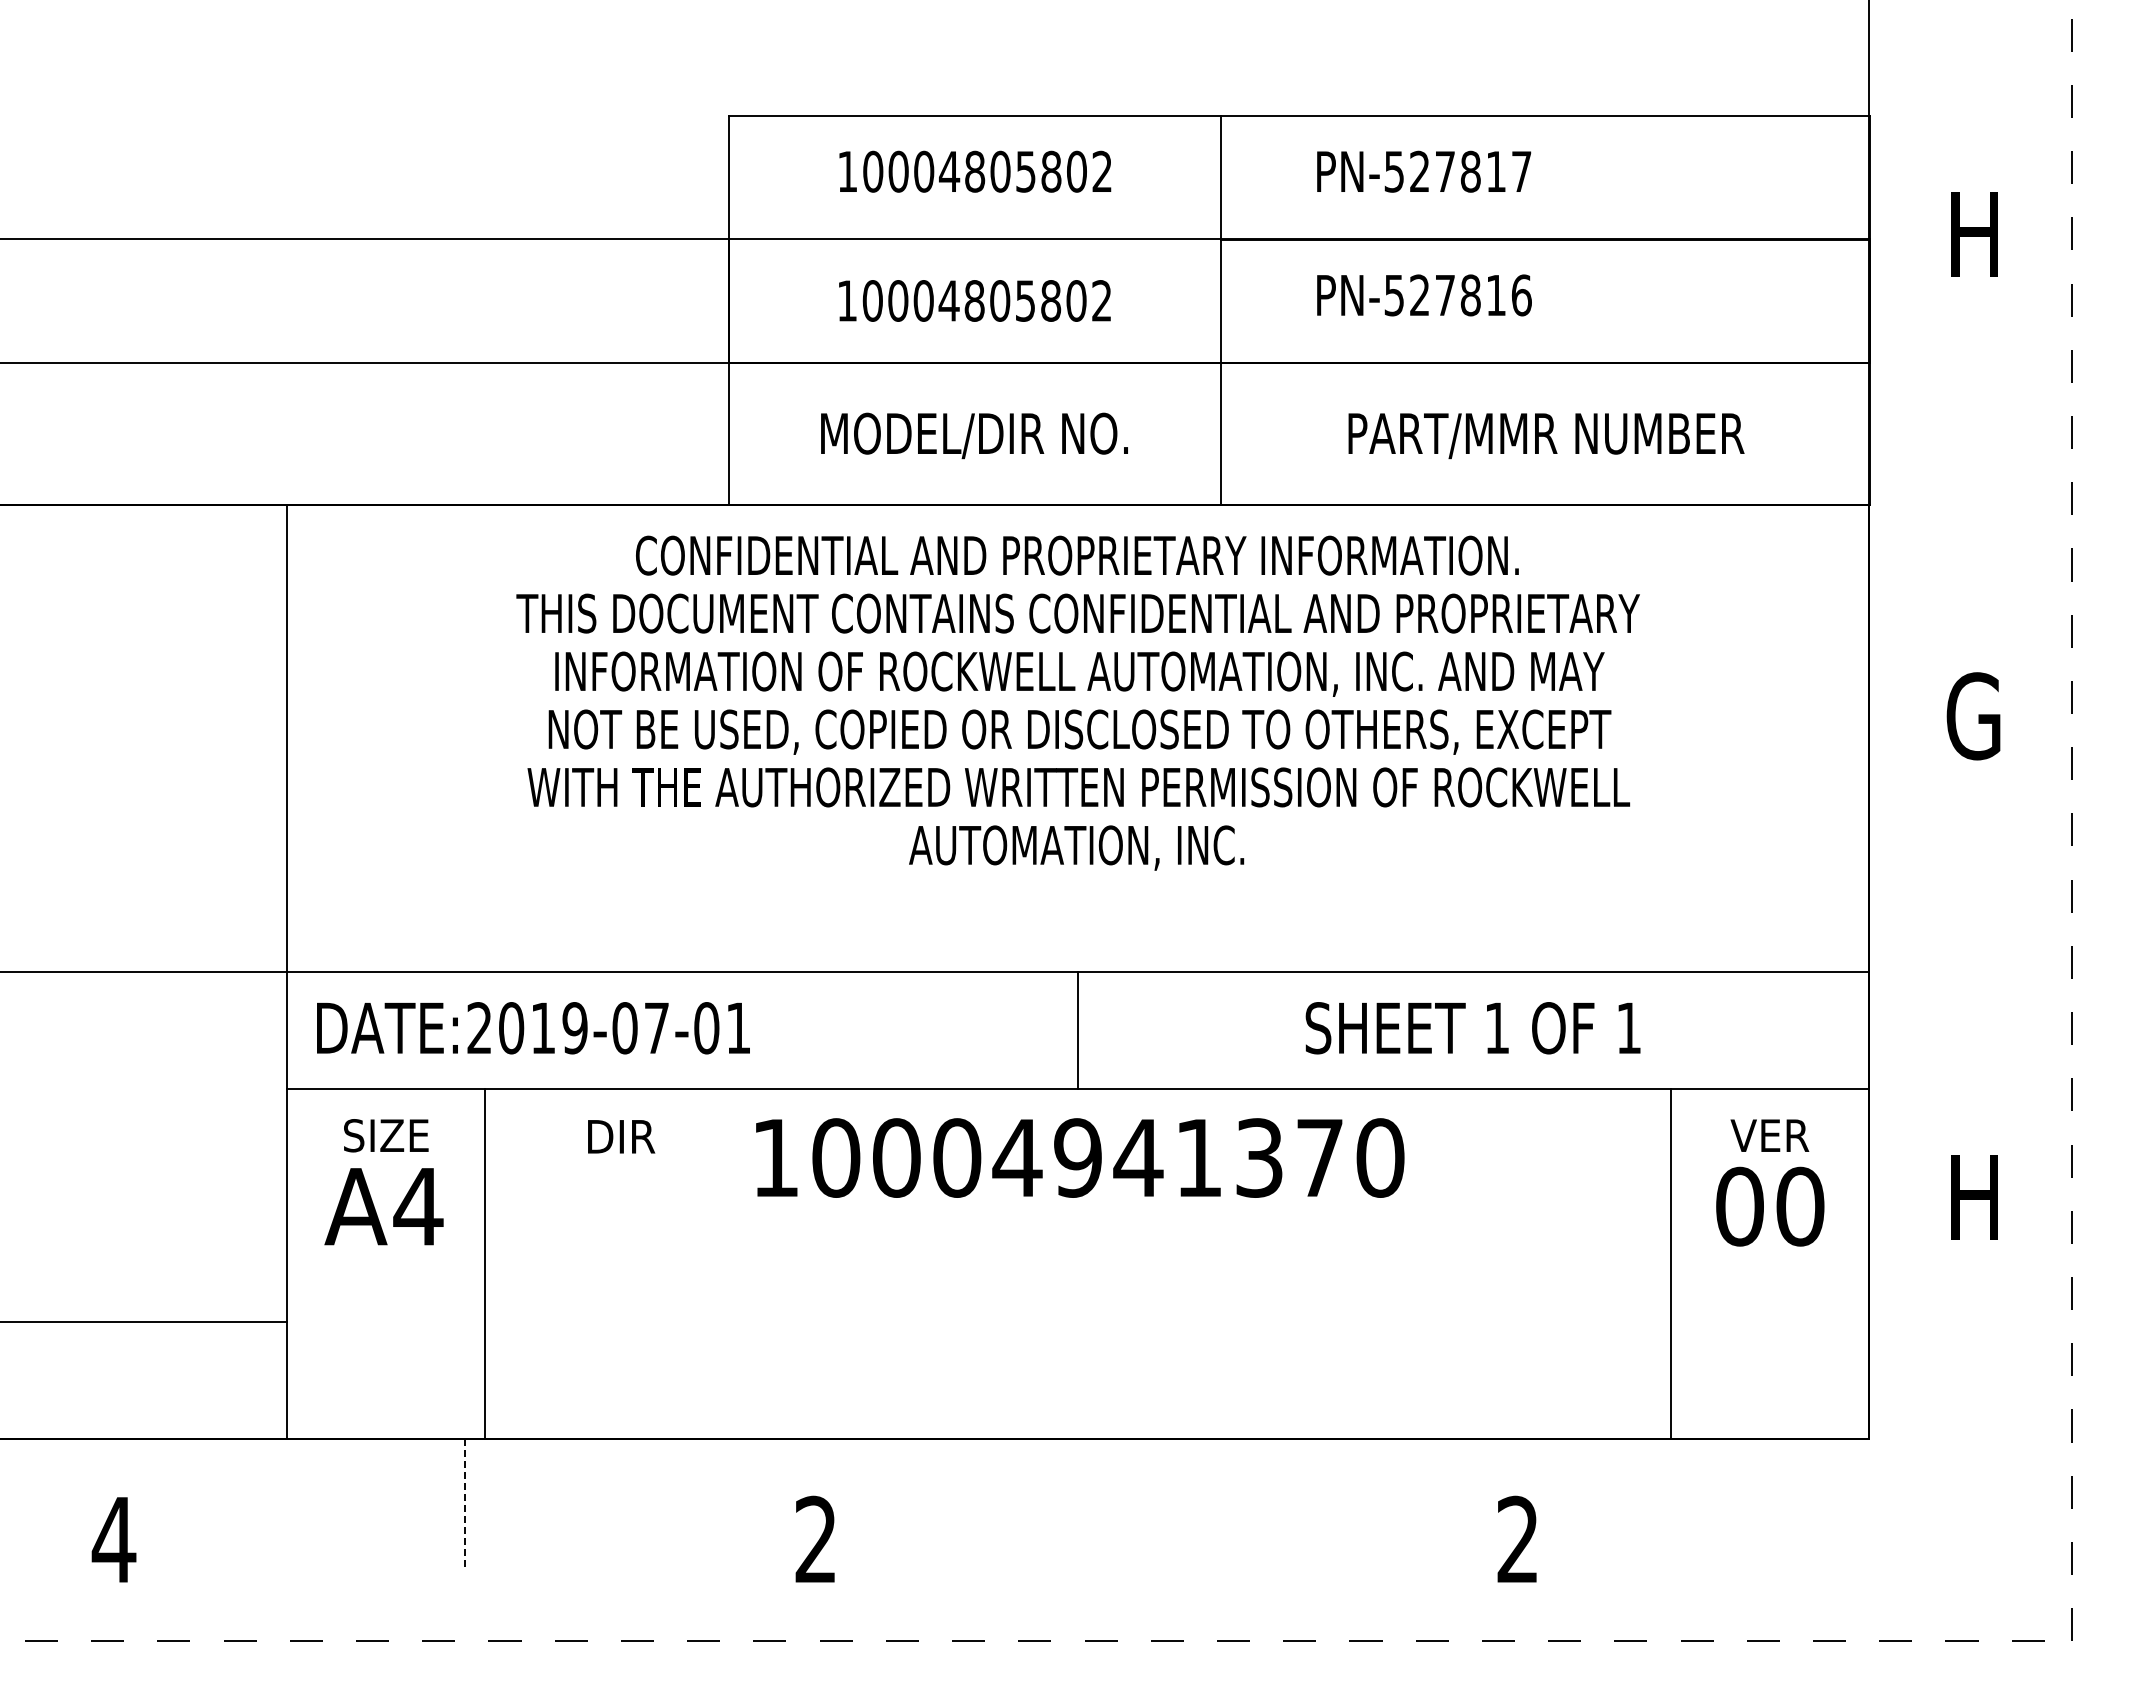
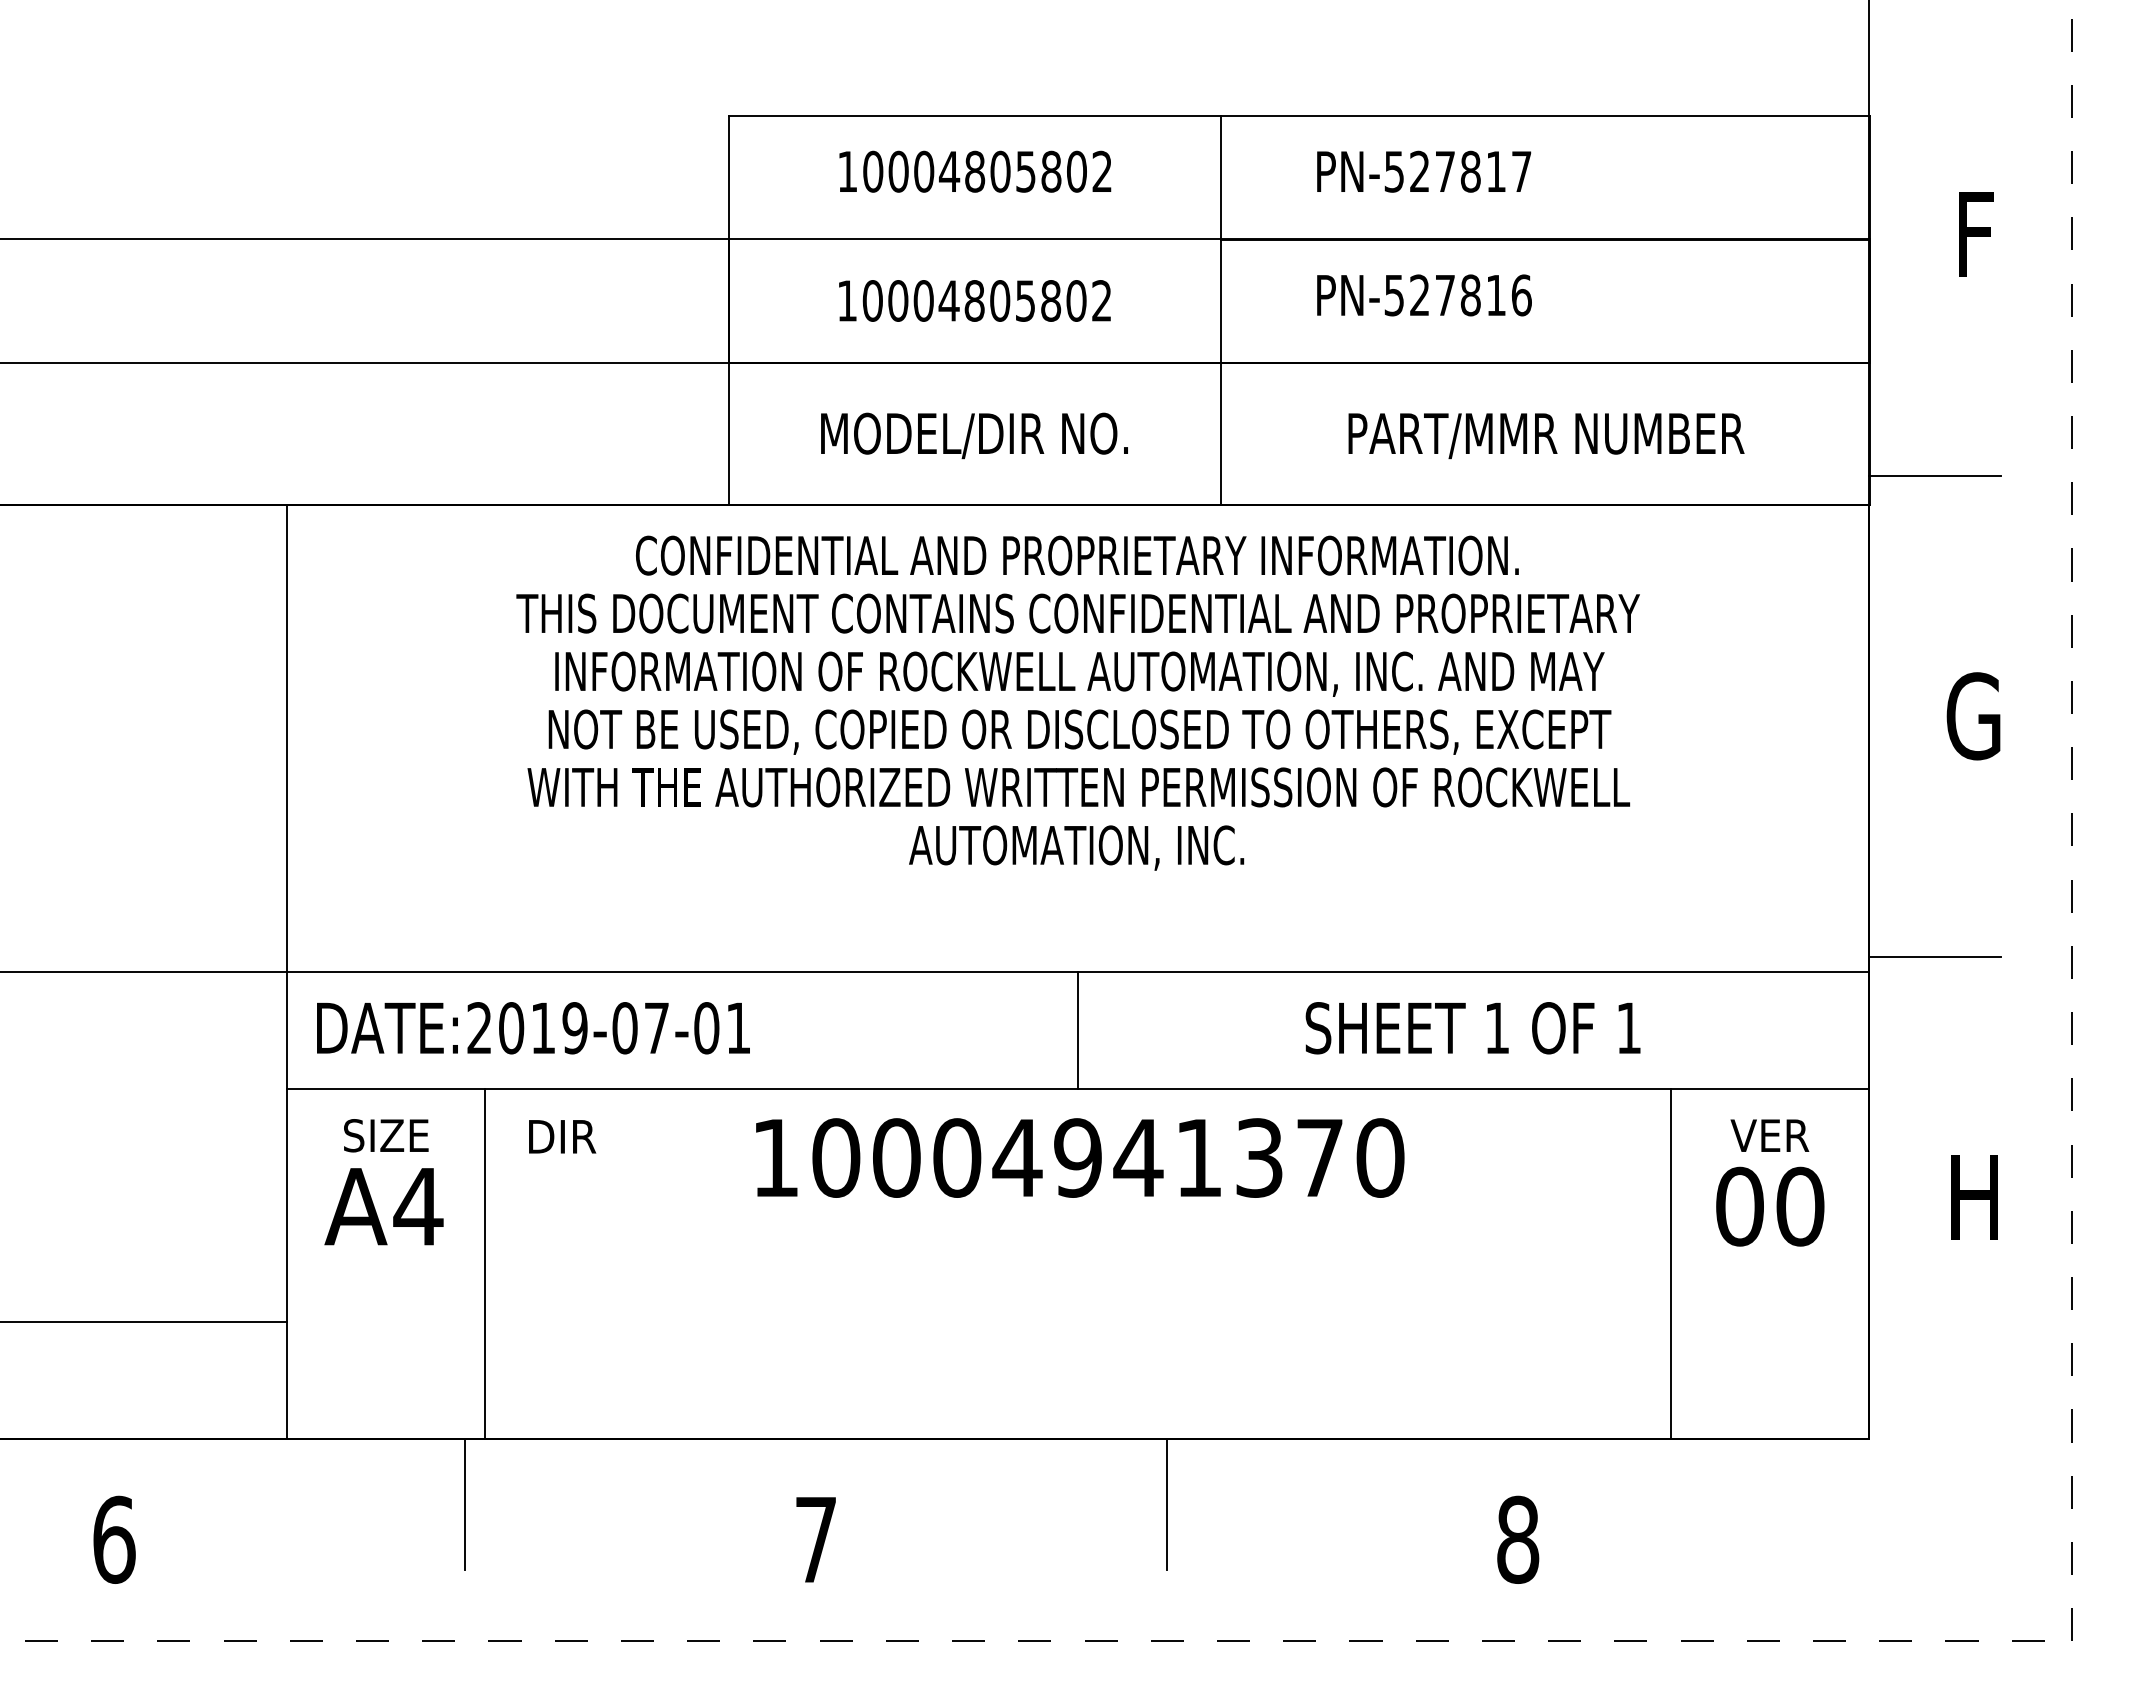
text at (1974, 234): H -> F
line at (1934, 475): none -> present
line at (1934, 957): none -> present
text at (621, 1136) position: (621, 1136) -> (562, 1136)
line at (465, 1504): dashed -> solid
line at (1167, 1504): none -> present
text at (815, 1538): 2 -> 7
text at (113, 1539): 4 -> 6
text at (1518, 1539): 2 -> 8
